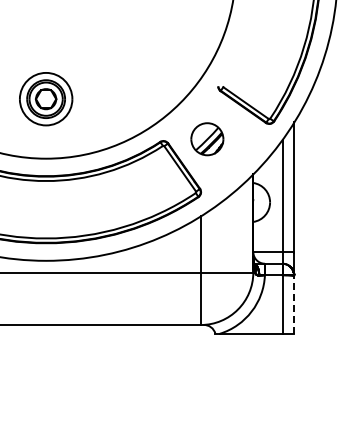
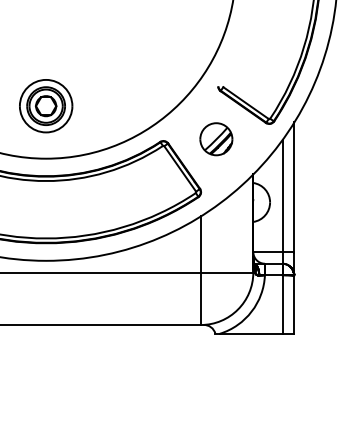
part at (46, 99) position: (46, 99) -> (46, 106)
part at (207, 139) position: (207, 139) -> (216, 139)
line at (294, 304): dashed -> solid
